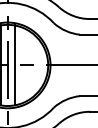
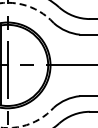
arc at (2, 3): solid -> dashed
line at (14, 65): present -> none
